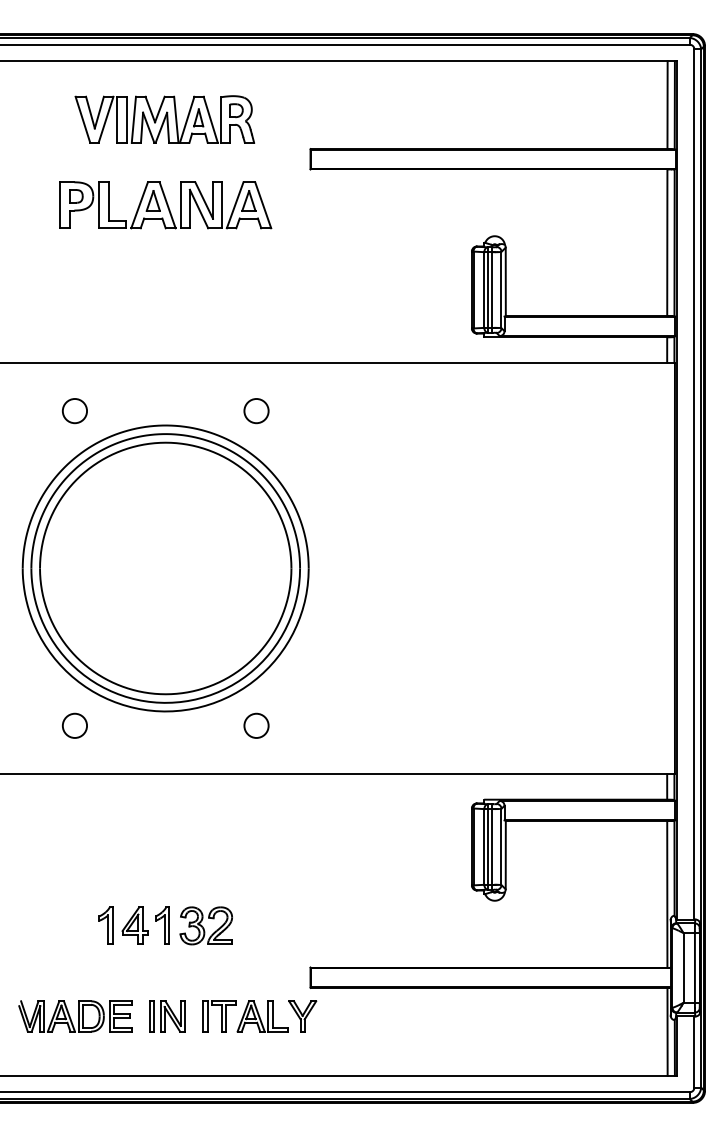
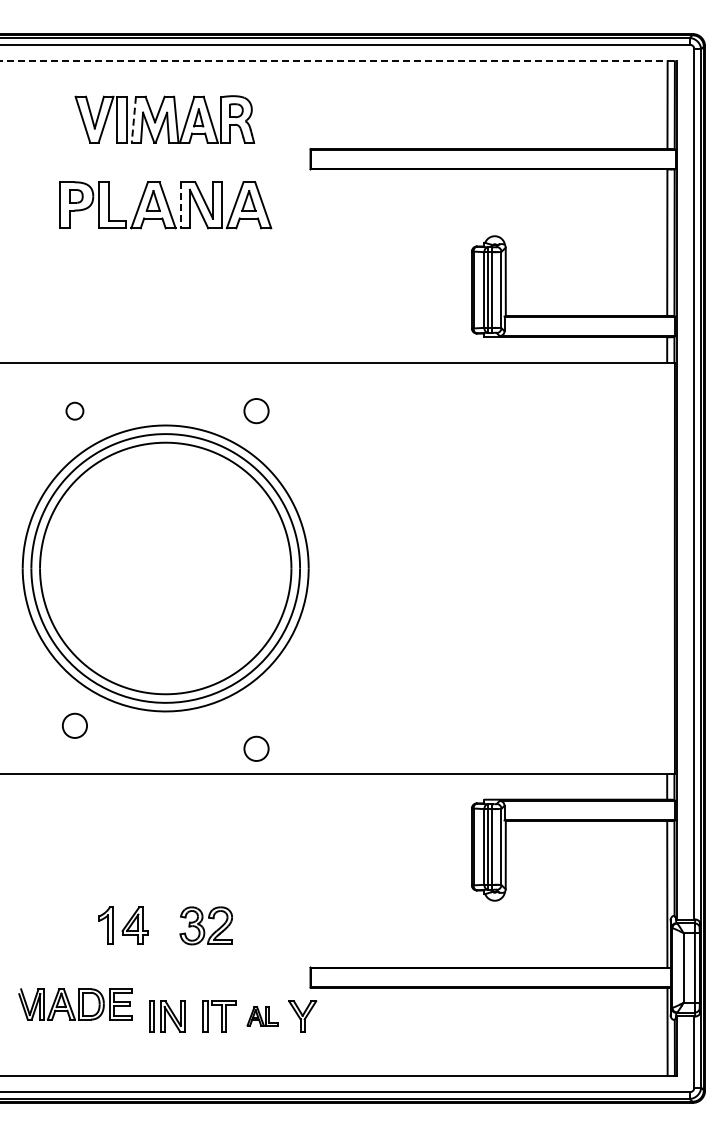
line at (339, 61): solid -> dashed
line at (133, 120): solid -> dashed
line at (180, 205): solid -> dashed
circle at (74, 411) size: 26x27 px -> 20x20 px
circle at (256, 725) position: (256, 725) -> (256, 748)
part at (162, 925): present -> none
part at (75, 1016) position: (75, 1016) -> (75, 1004)
part at (262, 1016) size: 53x33 px -> 33x21 px
